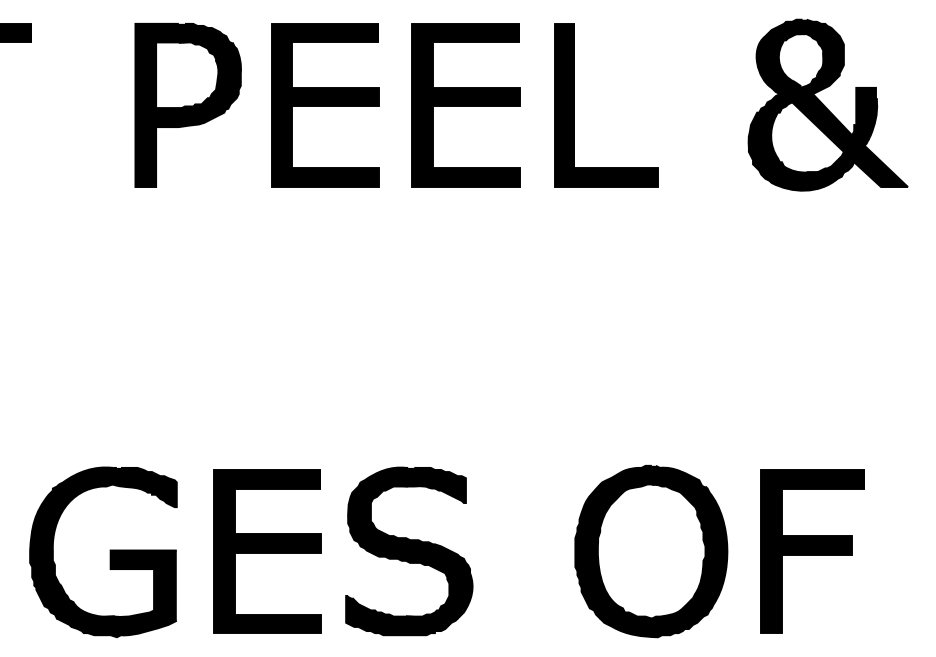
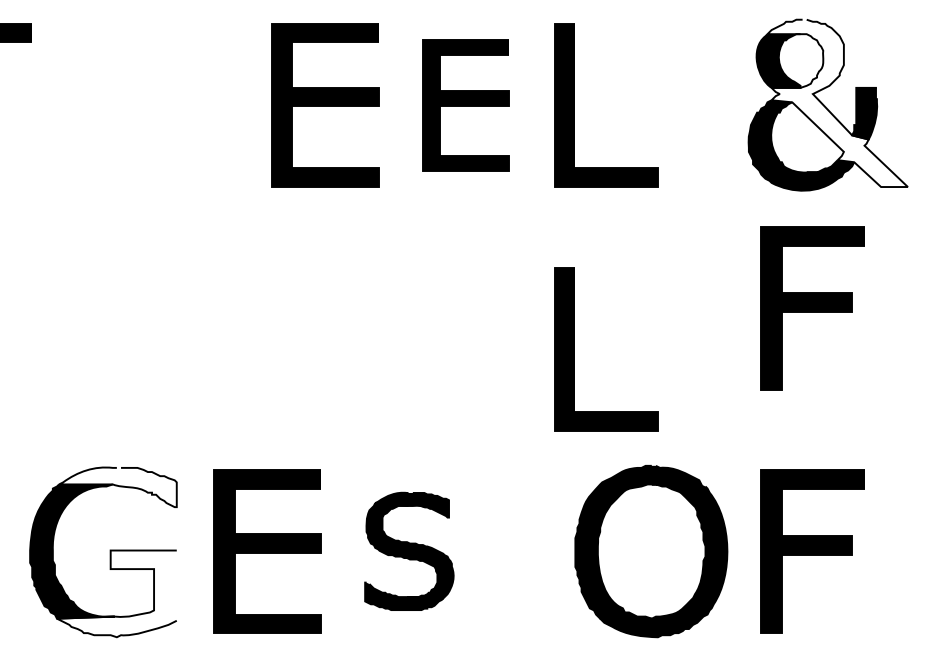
fill at (837, 103): present -> none
part at (187, 105): present -> none
part at (465, 105) size: 110x165 px -> 88x133 px
part at (812, 308): none -> present
part at (574, 349): none -> present
fill at (117, 487): present -> none
part at (409, 551) size: 129x171 px -> 91x120 px
fill at (116, 593): present -> none
